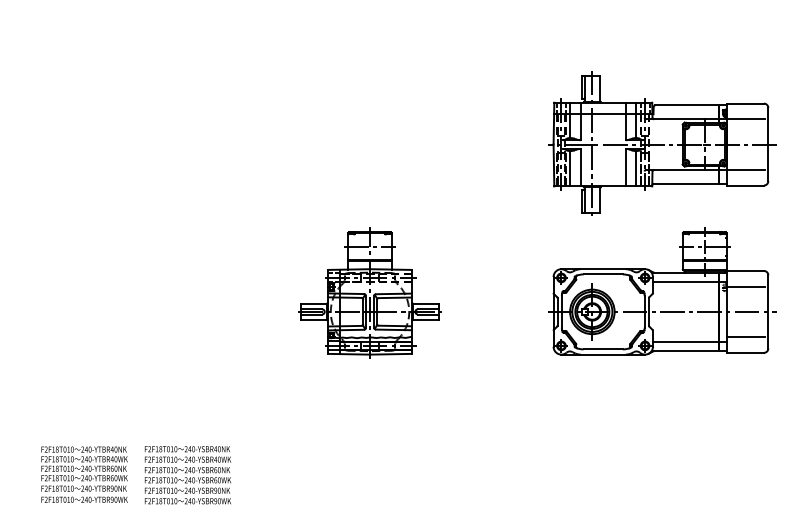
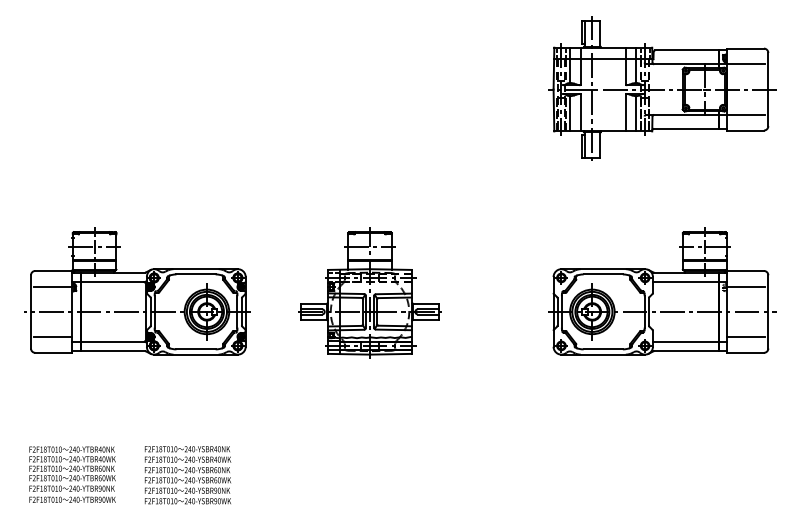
part at (662, 143) position: (662, 143) -> (662, 88)
part at (137, 291): none -> present
text at (84, 474) position: (84, 474) -> (72, 474)
